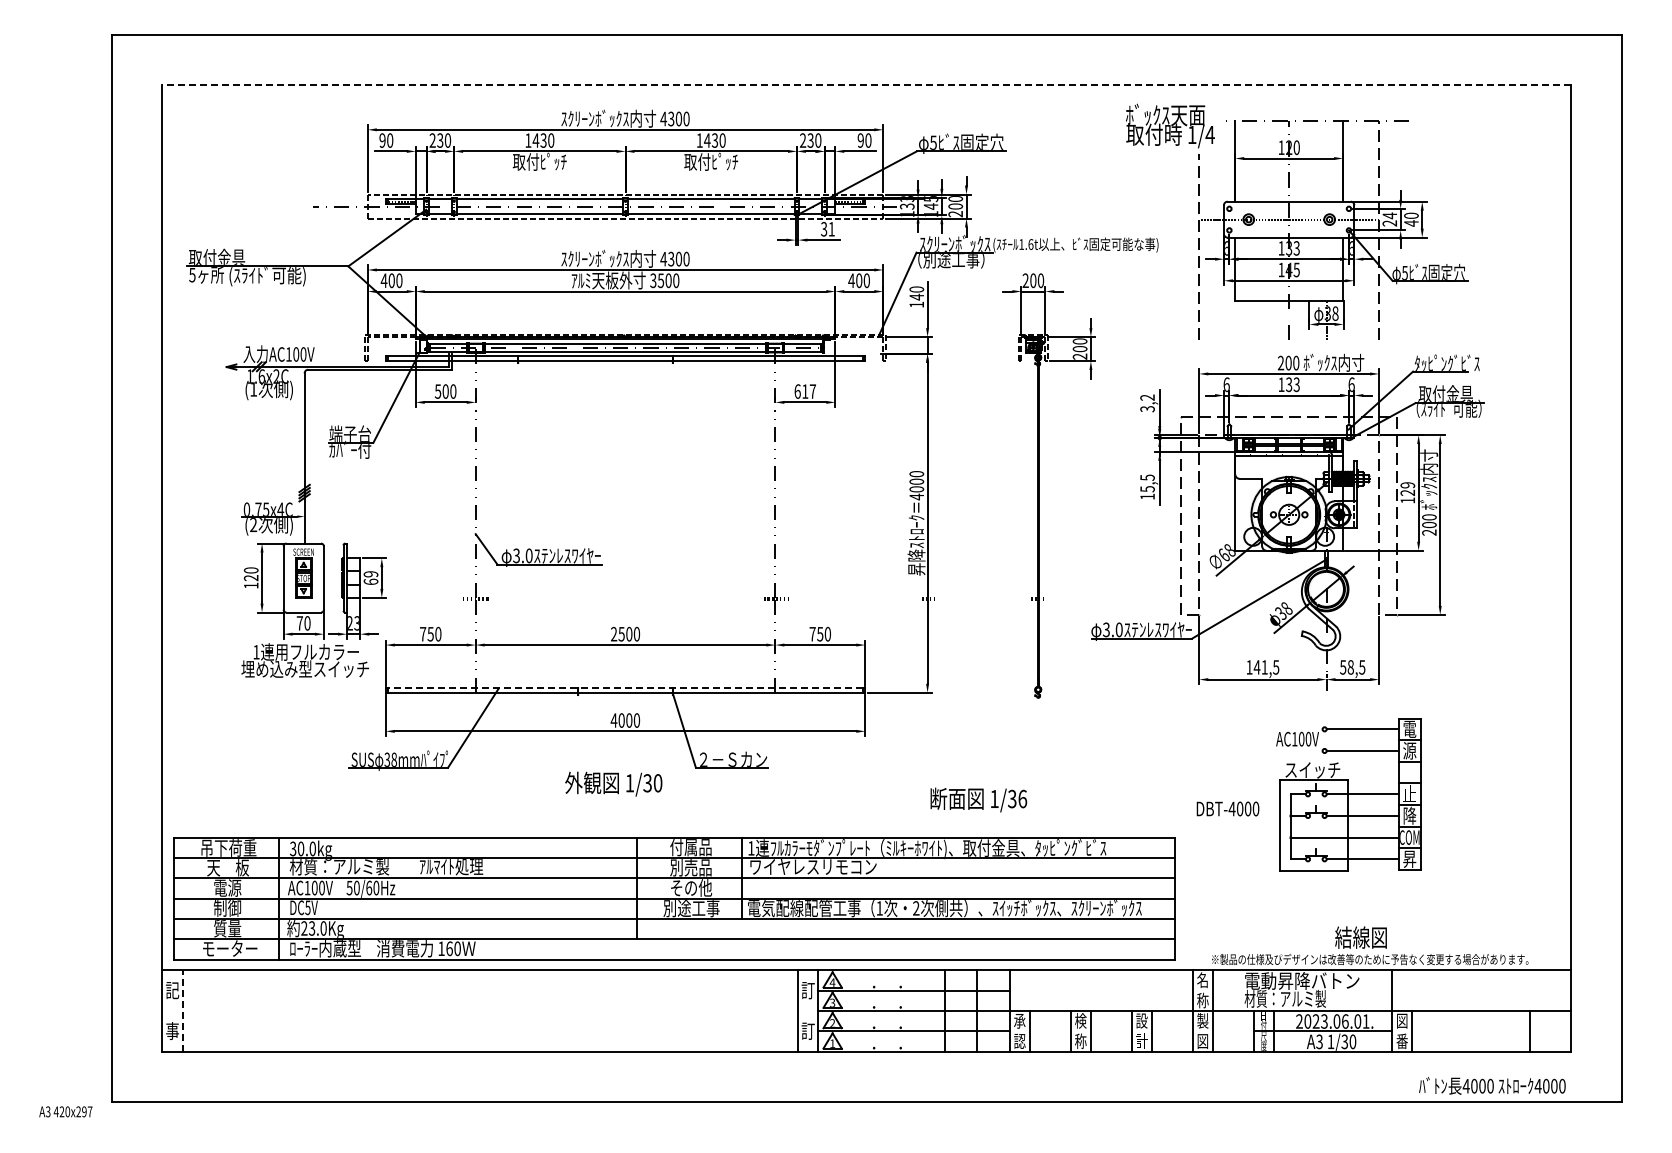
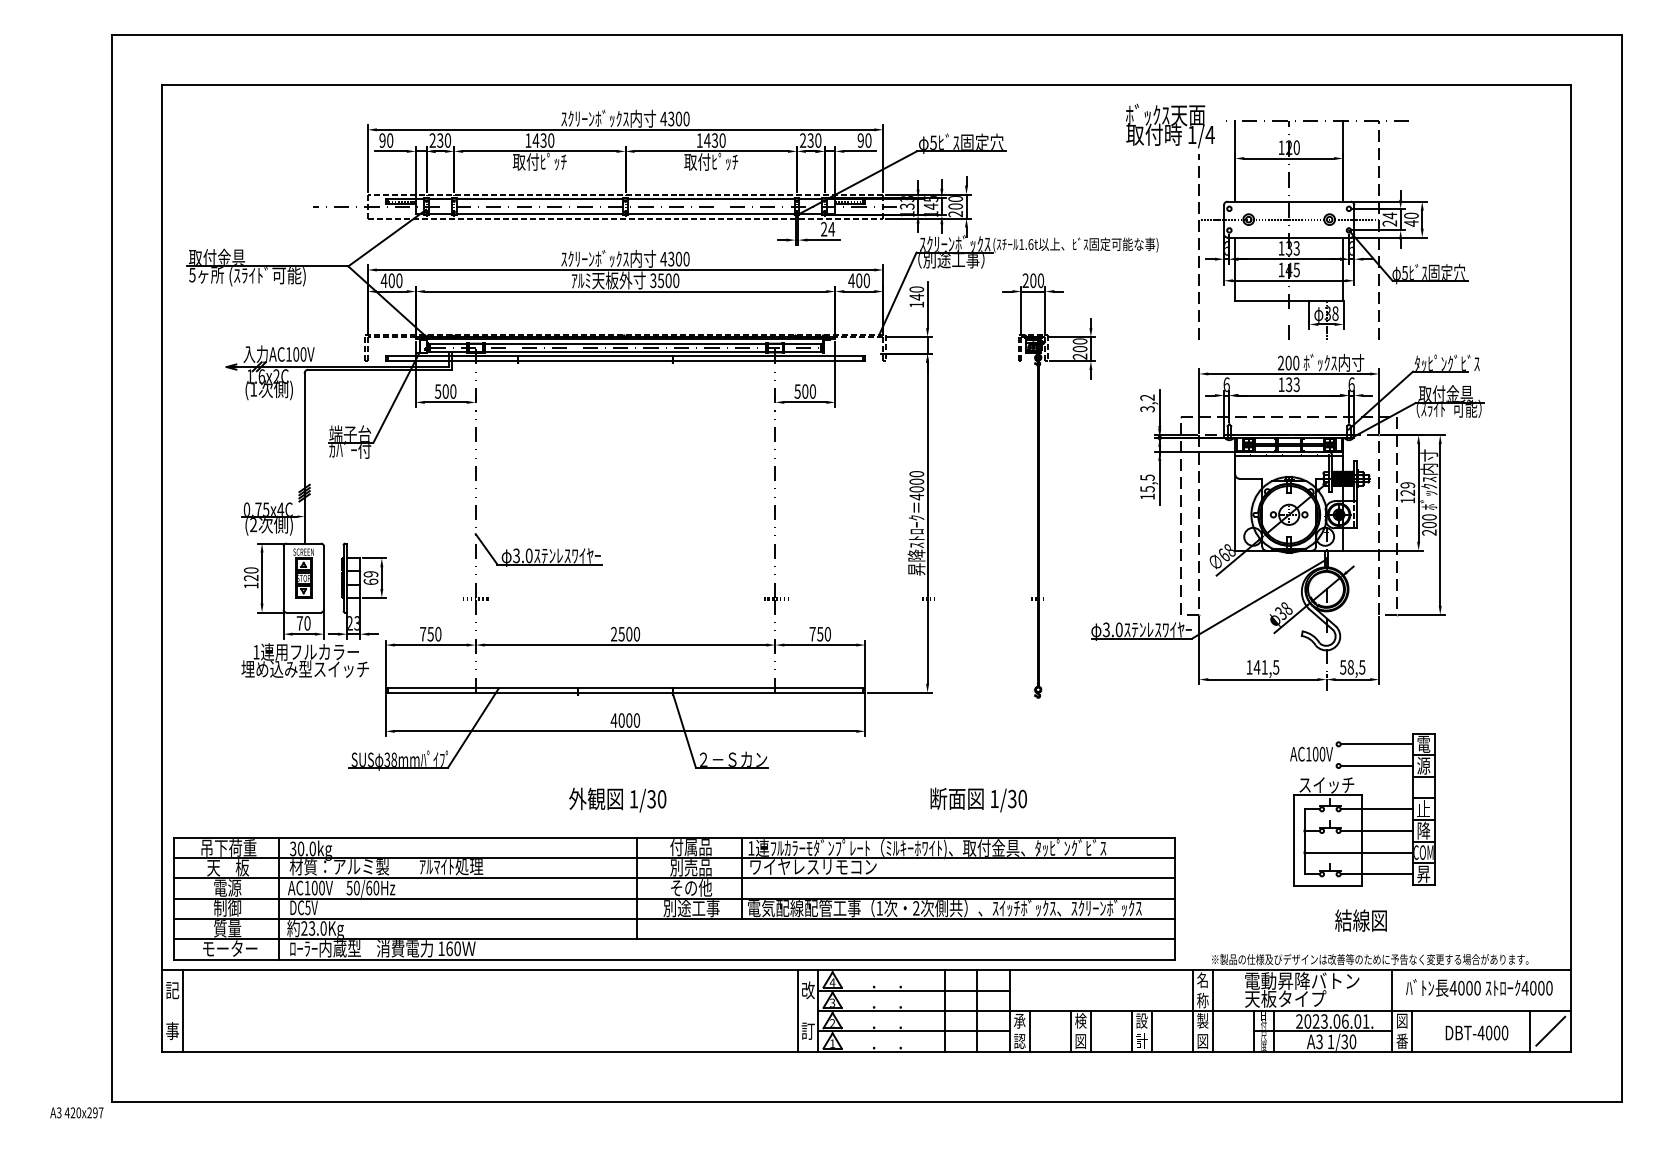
line at (866, 85): dashed -> solid
text at (828, 229): 31 -> 24
text at (805, 391): 617 -> 500
line at (625, 688): dashed -> solid
text at (613, 783) position: (613, 783) -> (617, 799)
part at (1348, 794) position: (1348, 794) -> (1362, 809)
text at (1022, 798): 1/36 -> 1/30
text at (1227, 808) position: (1227, 808) -> (1476, 1032)
text at (1360, 937) position: (1360, 937) -> (1360, 920)
text at (807, 990): 訂 -> 改
text at (1285, 998): 材質：アルミ製 -> 天板タイプ
line at (182, 1010): dashed -> solid
line at (1550, 1030): none -> present
text at (1080, 1040): 称 -> 図
text at (1492, 1085) position: (1492, 1085) -> (1479, 987)
text at (65, 1111) position: (65, 1111) -> (76, 1112)
